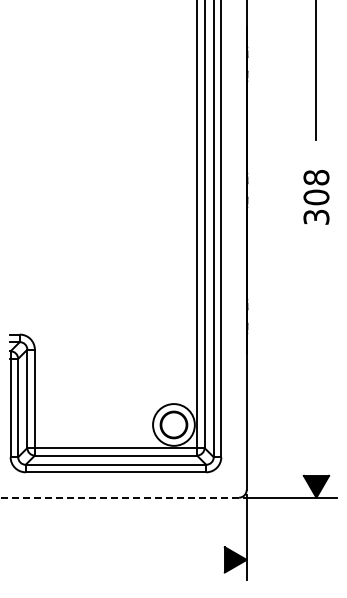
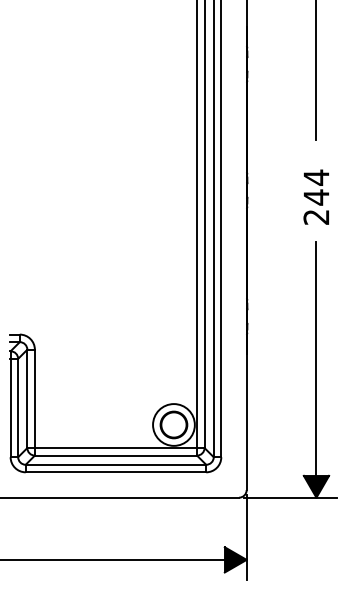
text at (316, 196): 308 -> 244
line at (316, 358): none -> present
line at (119, 497): dashed -> solid
line at (113, 559): none -> present
